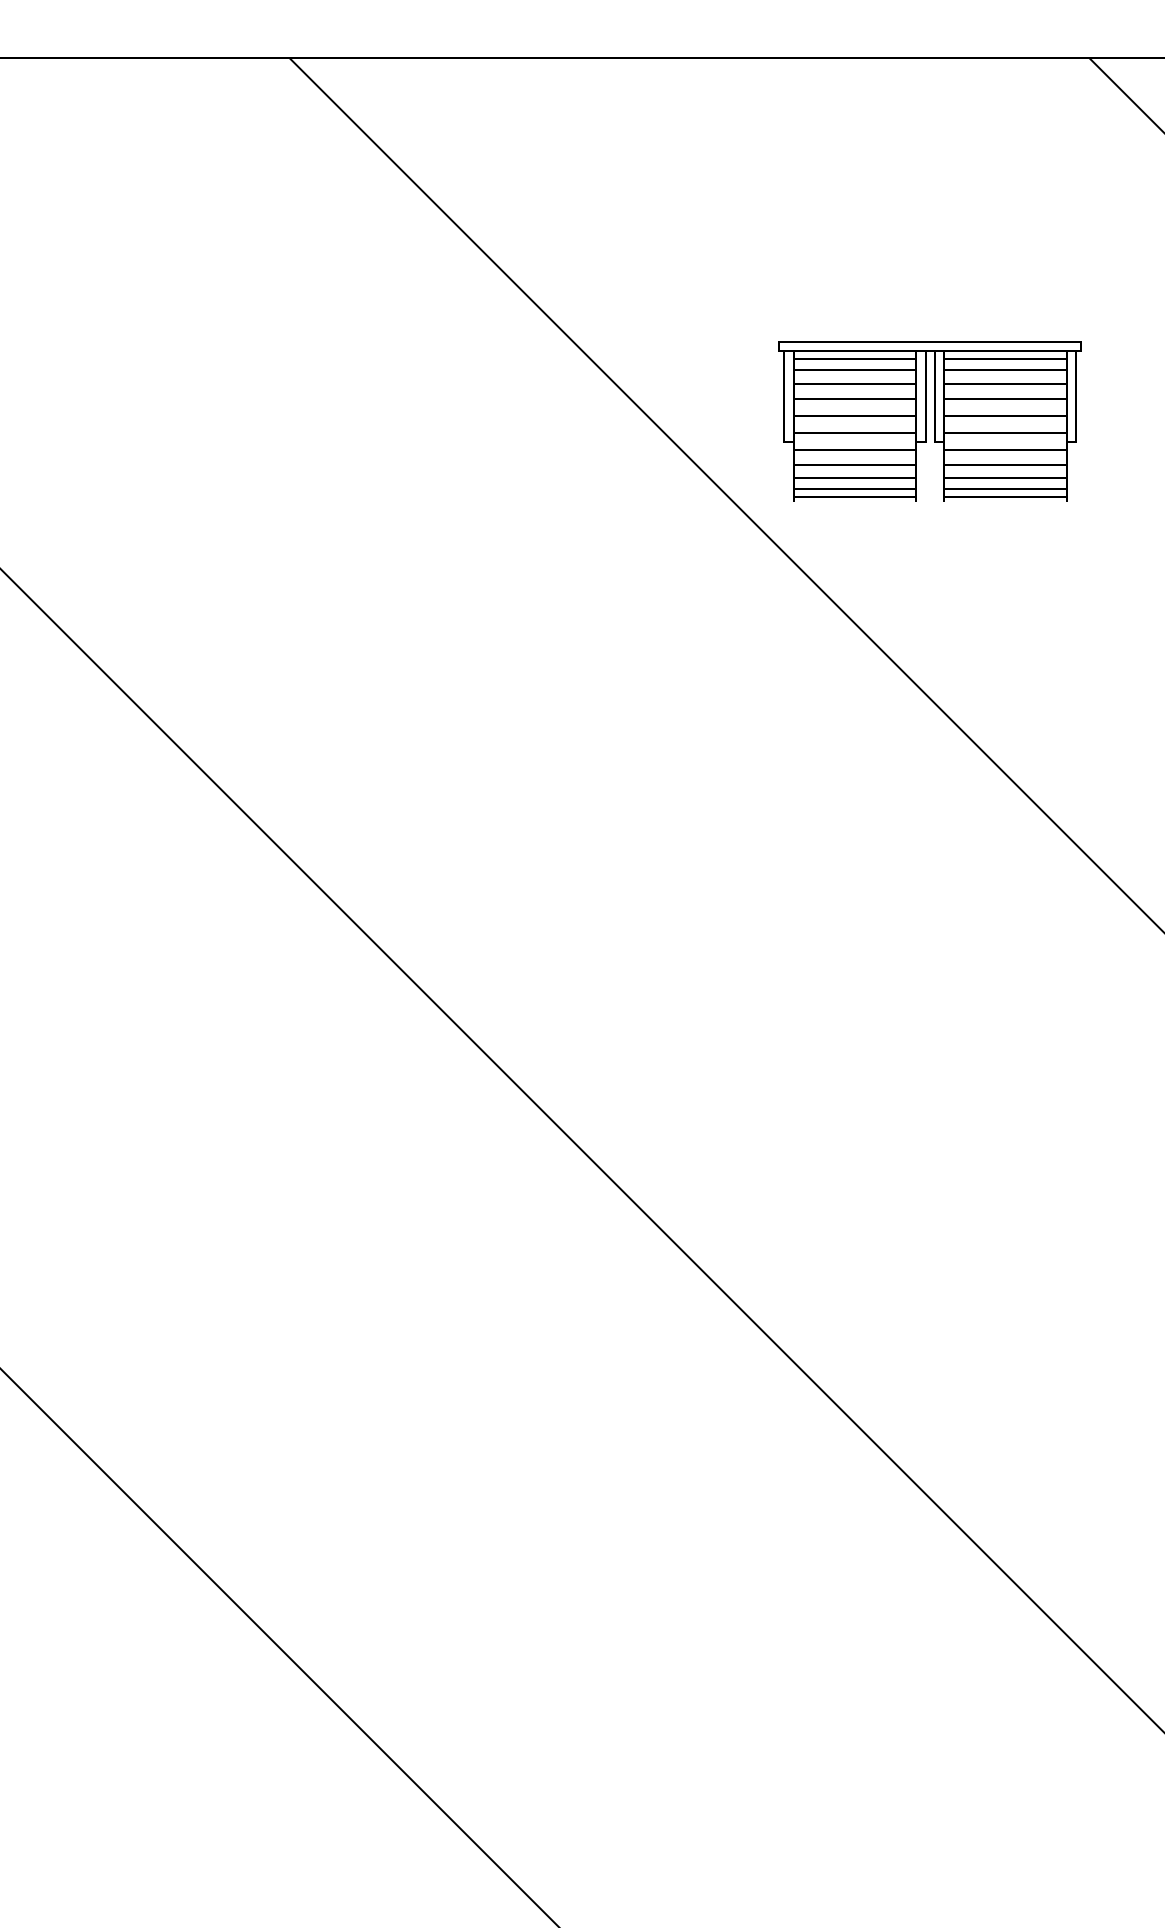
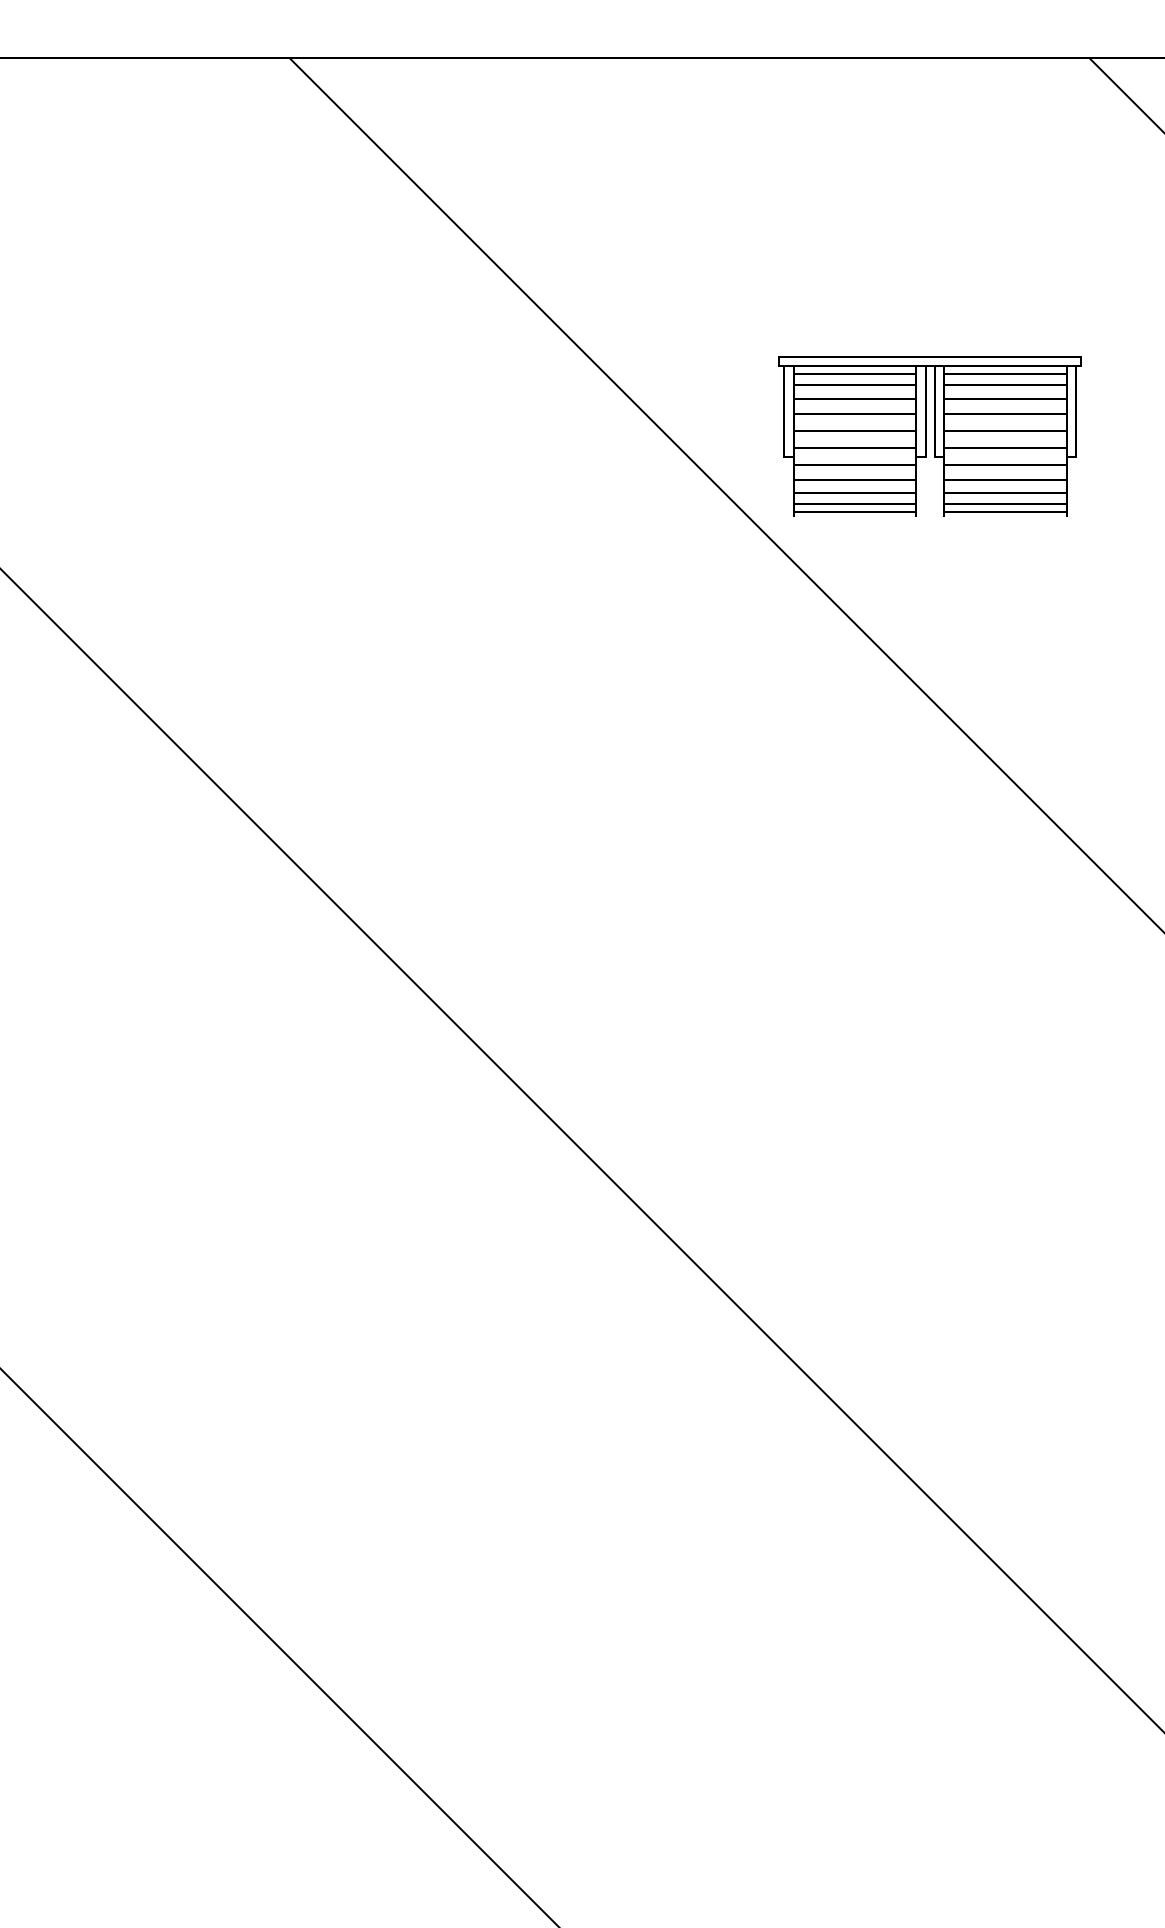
part at (929, 421) position: (929, 421) -> (929, 436)
